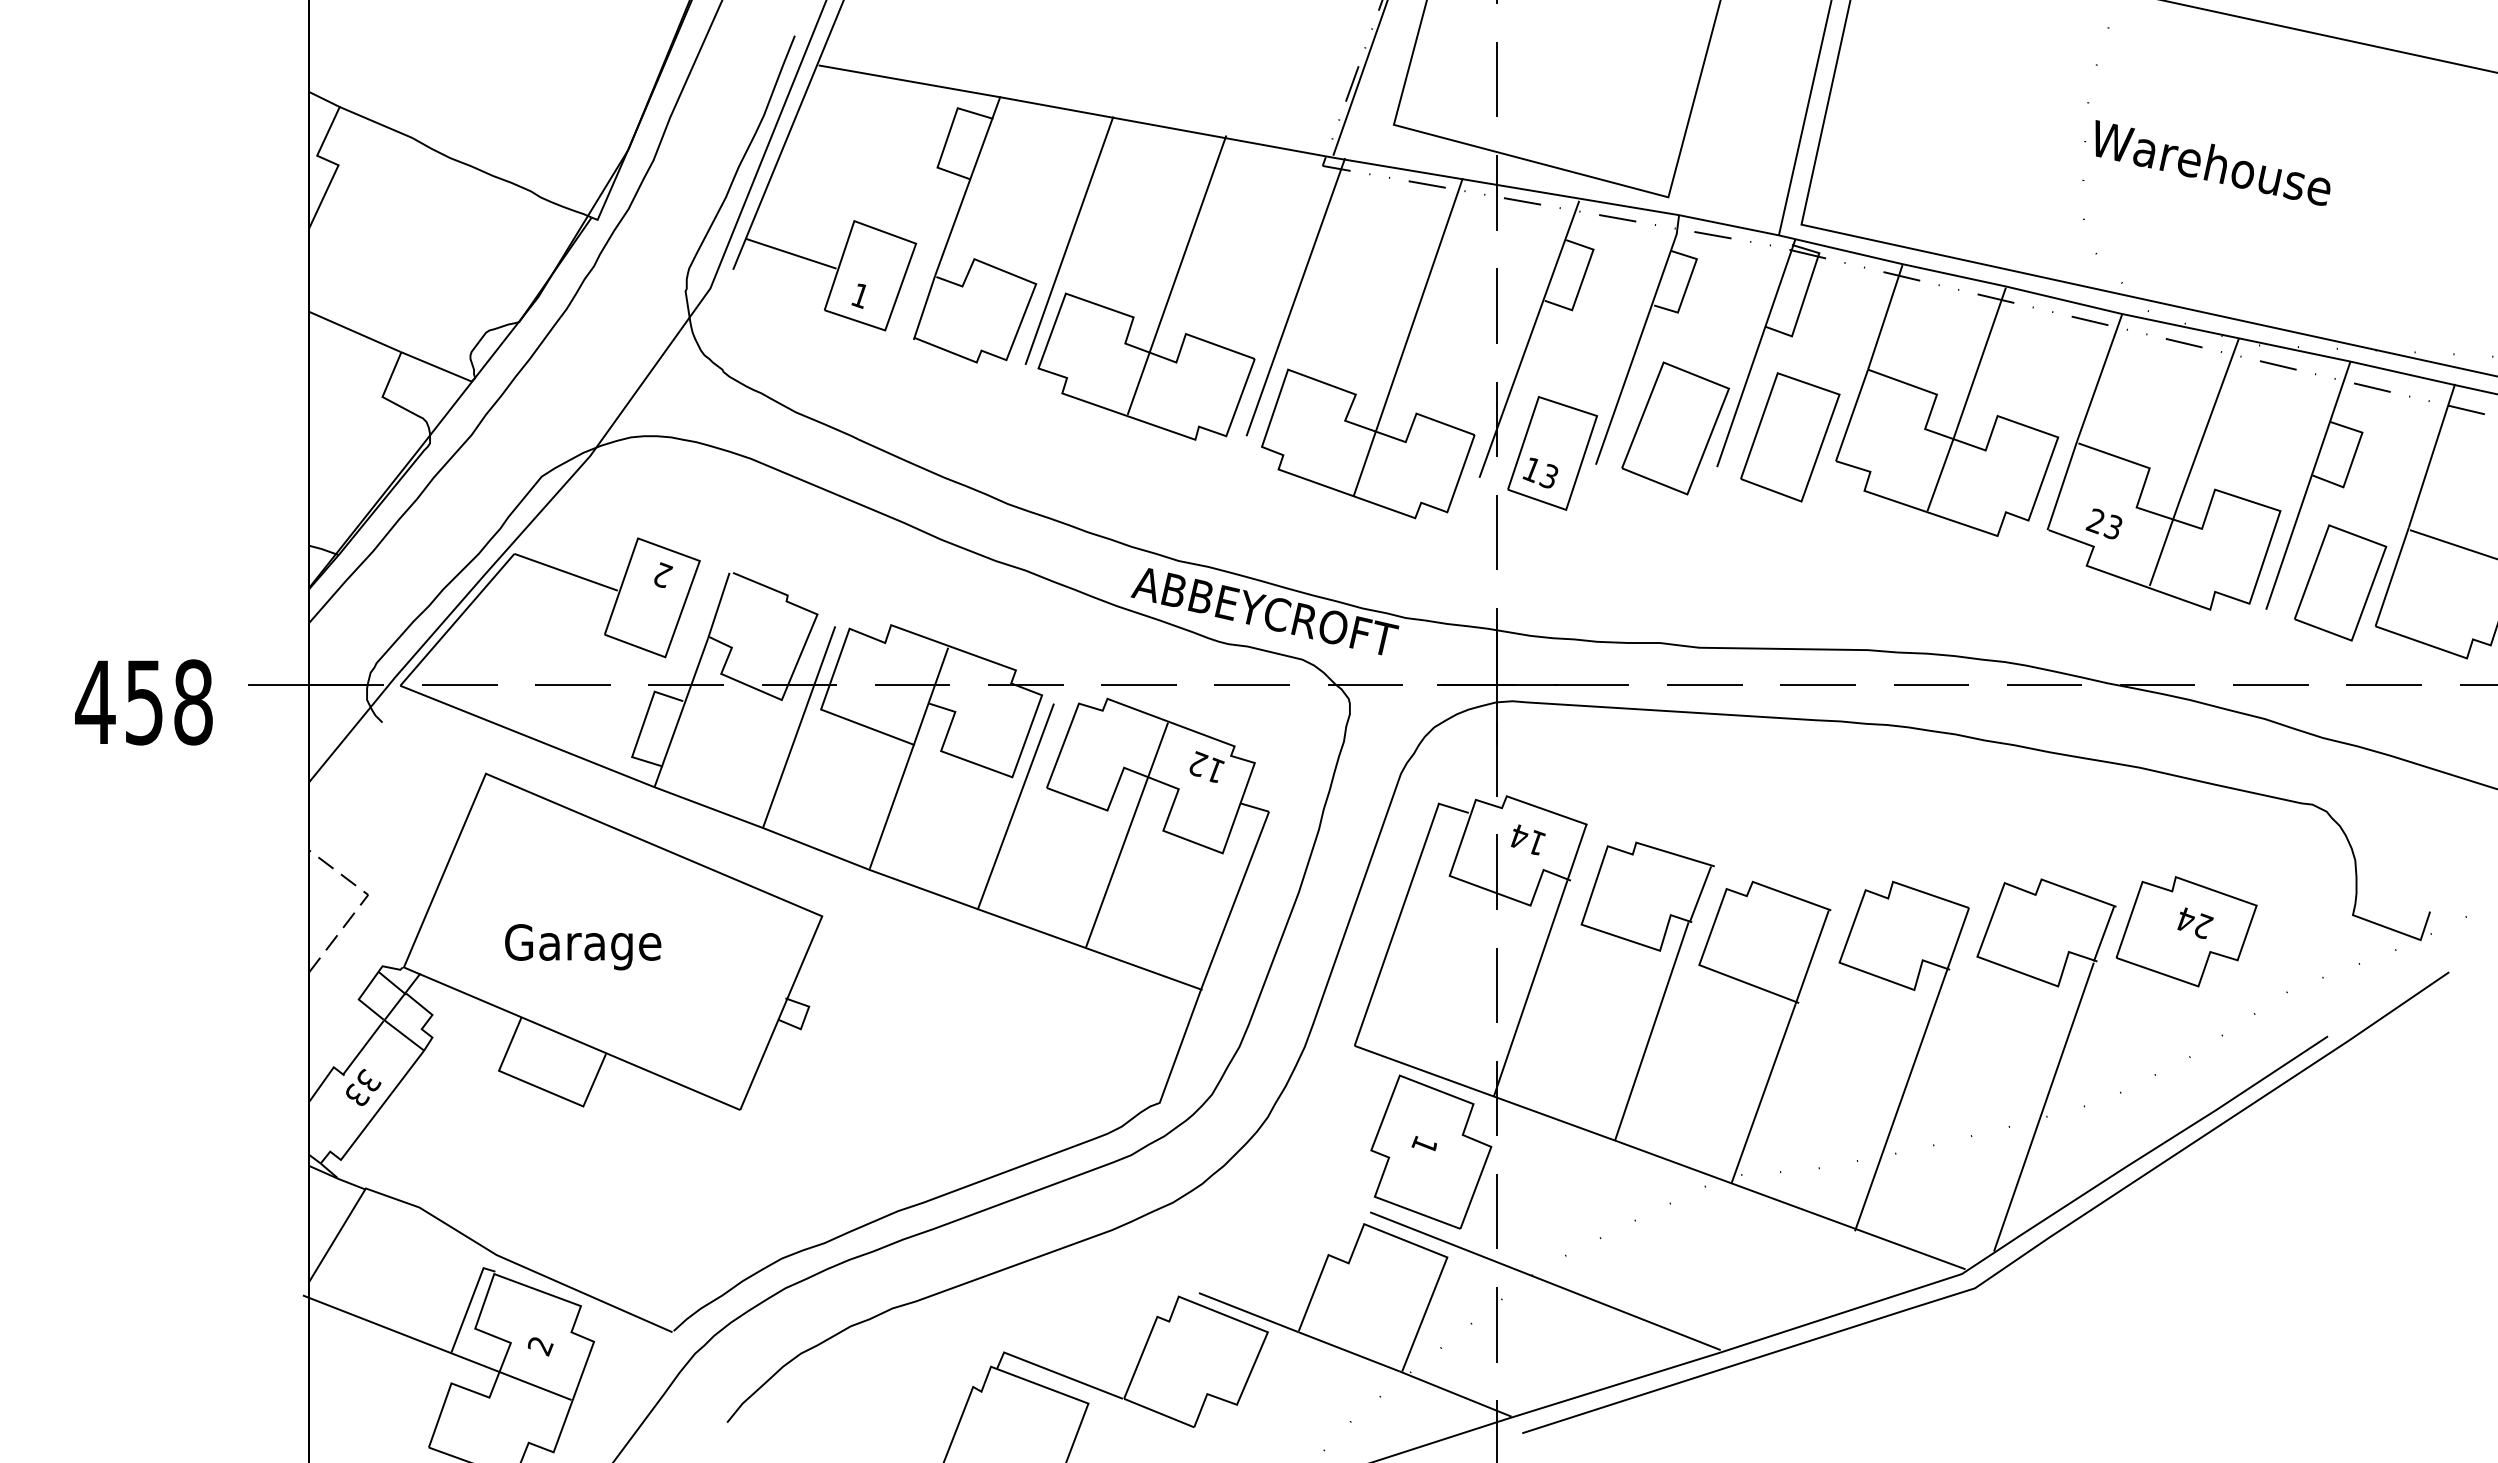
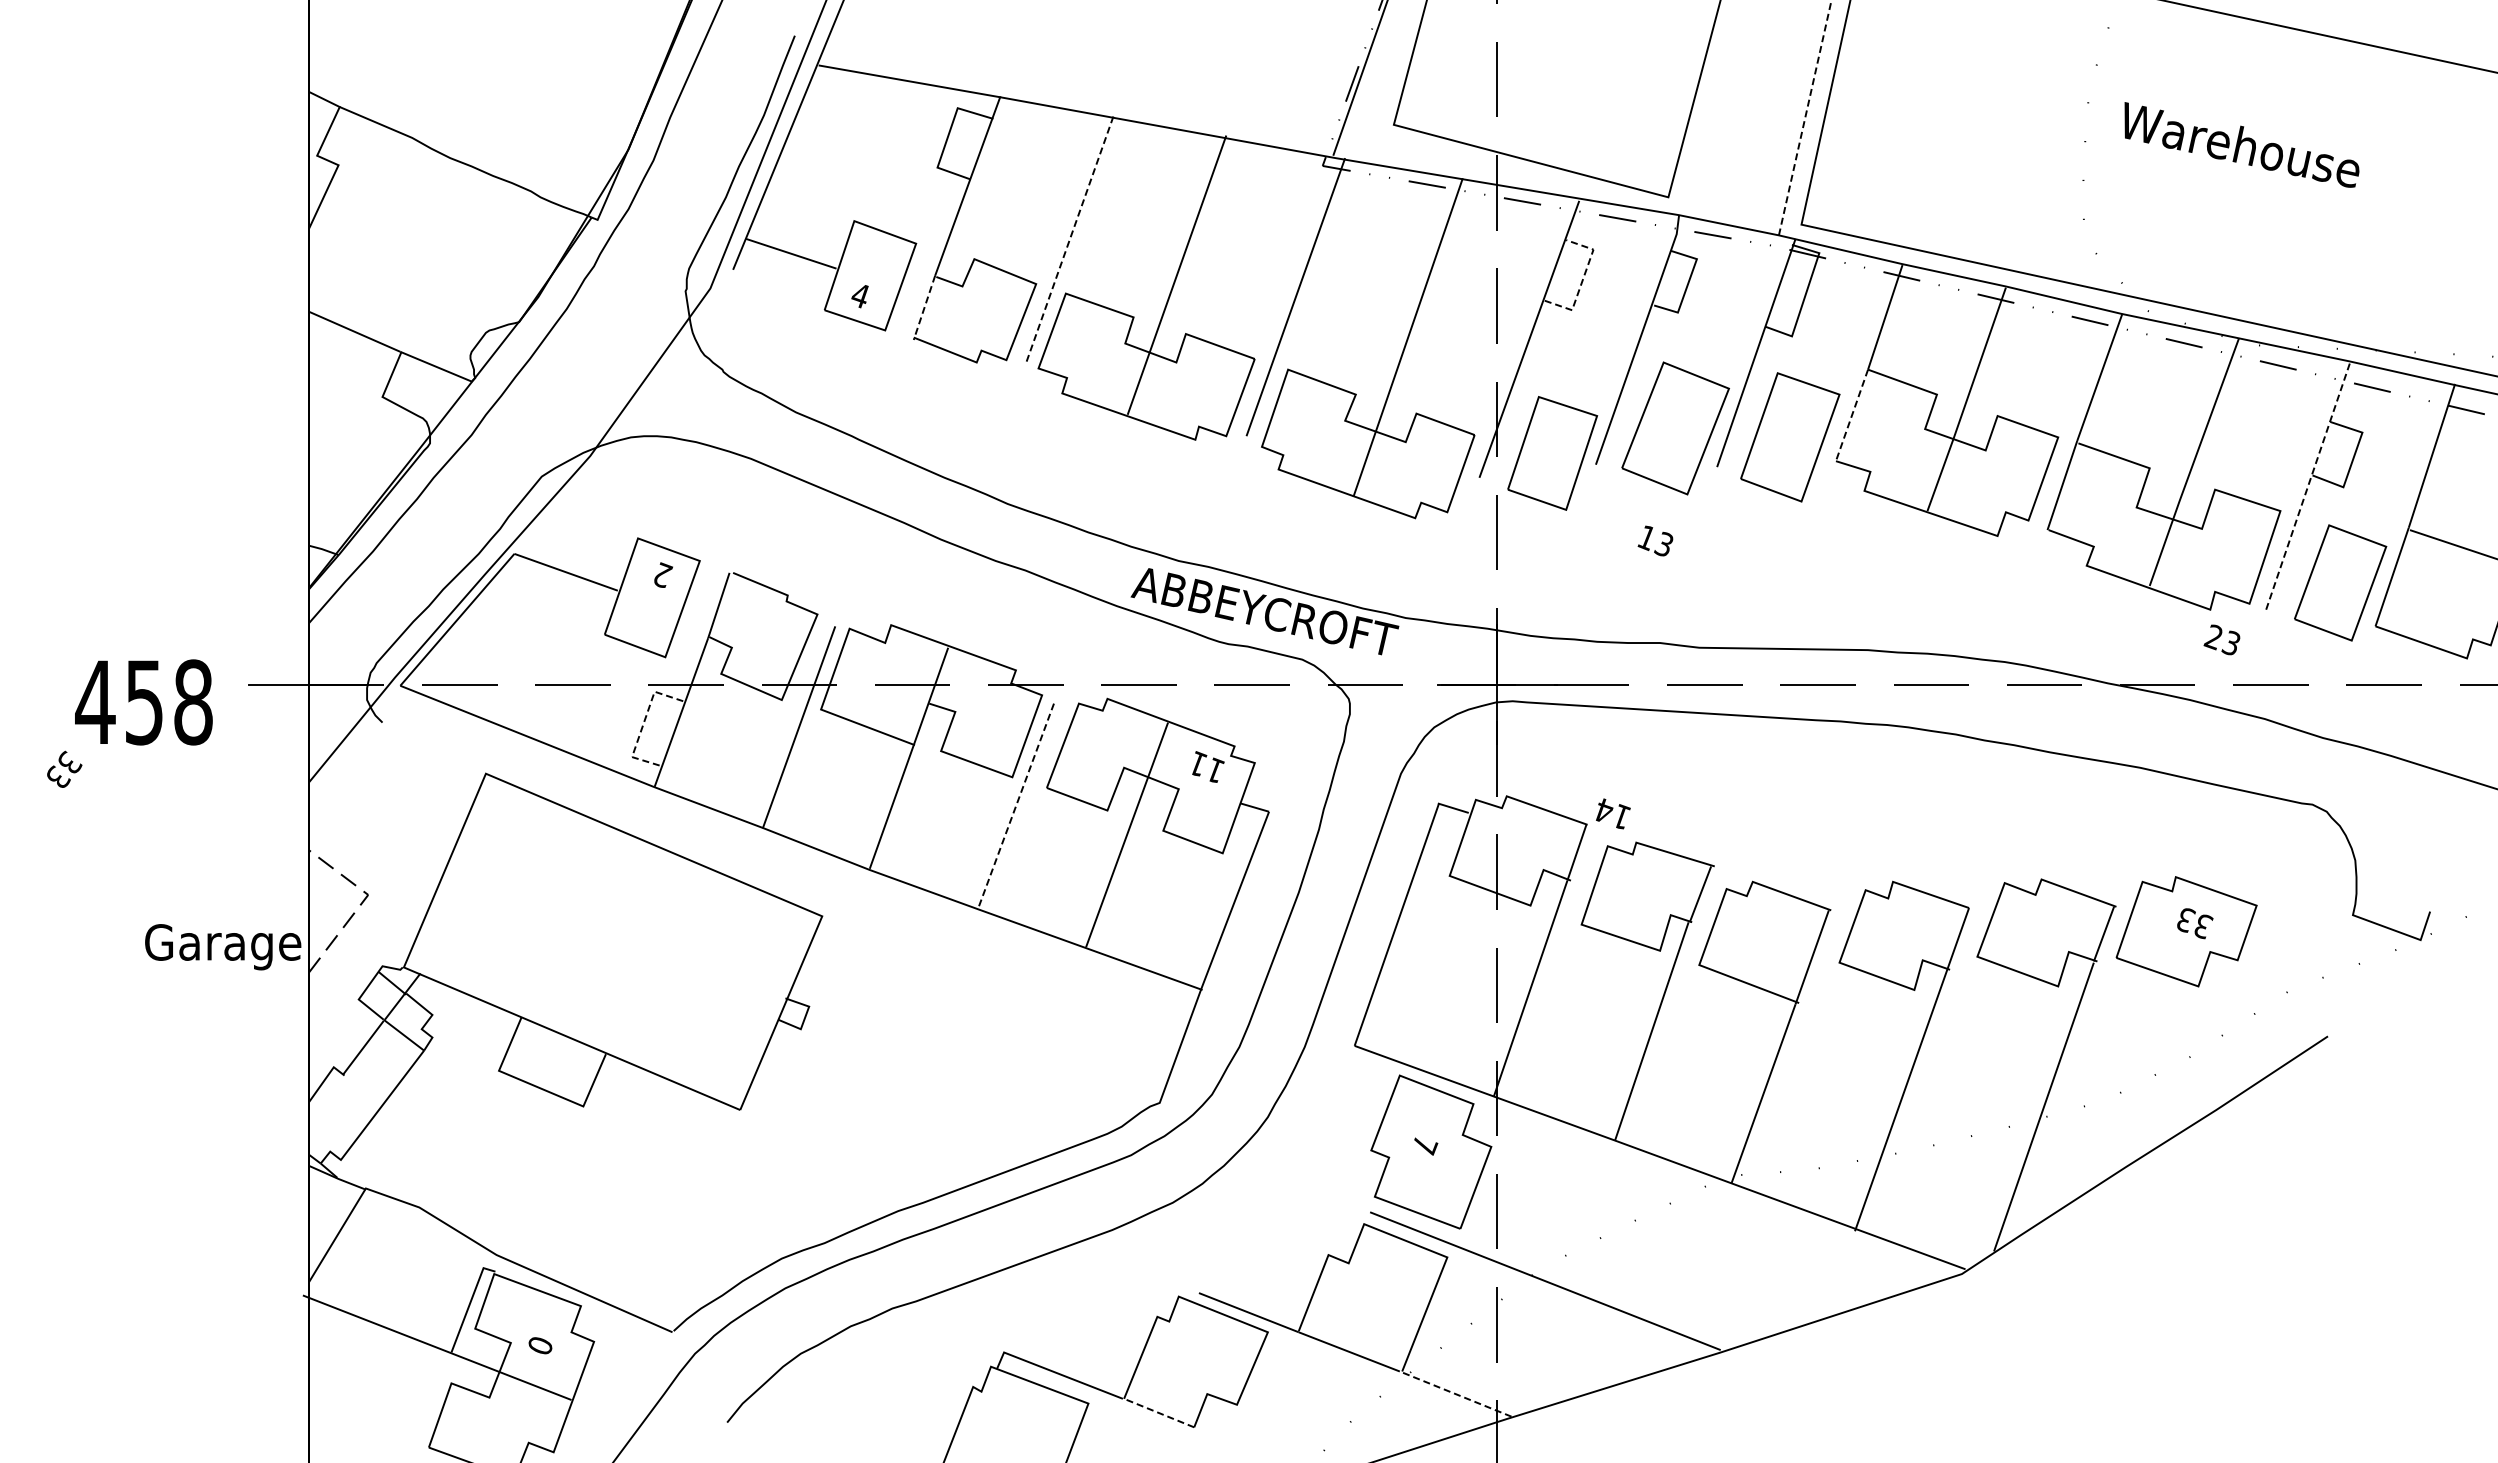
line at (1805, 117): solid -> dashed
text at (2212, 162) position: (2212, 162) -> (2241, 144)
line at (1069, 240): solid -> dashed
line at (1583, 279): solid -> dashed
text at (859, 295): 1 -> 4
line at (924, 307): solid -> dashed
line at (1851, 415): solid -> dashed
text at (1540, 472) position: (1540, 472) -> (1655, 540)
line at (2308, 485): solid -> dashed
text at (2103, 523) position: (2103, 523) -> (2221, 639)
line at (643, 725): solid -> dashed
text at (1198, 763): 12 -> 11
line at (1015, 806): solid -> dashed
text at (1528, 839) position: (1528, 839) -> (1613, 813)
text at (2195, 923): 24 -> 33
text at (583, 947) position: (583, 947) -> (223, 947)
text at (363, 1086) position: (363, 1086) -> (64, 768)
text at (1424, 1145): 1 -> 7
curve at (2019, 1256): present -> none
text at (540, 1346): 2 -> 0
line at (1455, 1393): solid -> dashed
line at (1159, 1413): solid -> dashed
